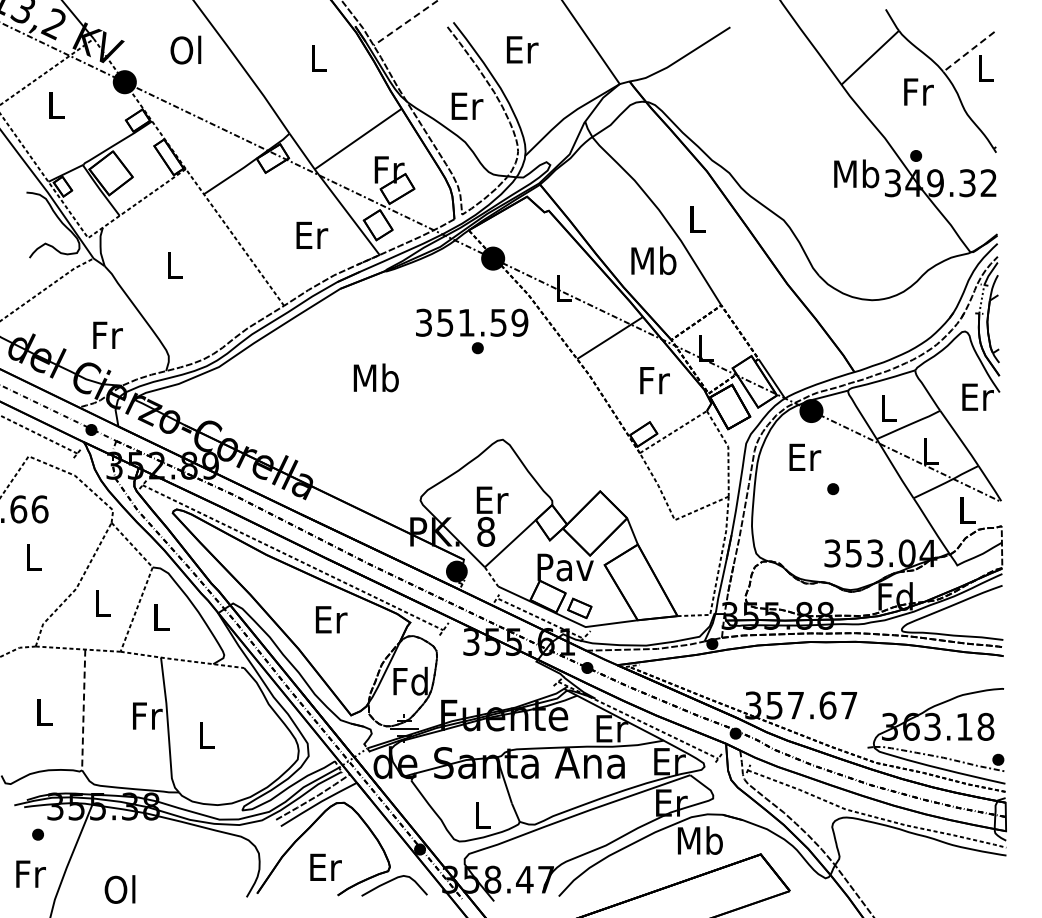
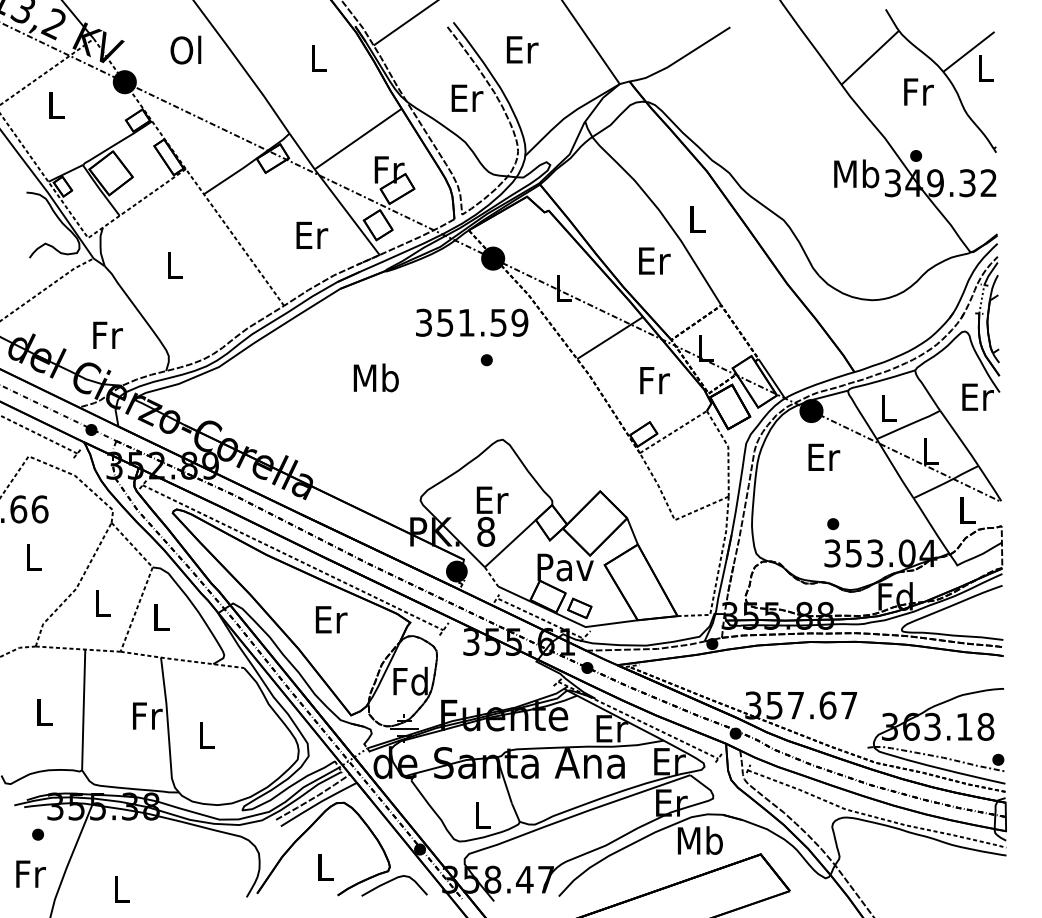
line at (405, 23): dashed -> solid
line at (969, 51): dashed -> solid
text at (467, 105) position: (467, 105) -> (467, 97)
text at (653, 260): Mb -> Er
part at (477, 348) position: (477, 348) -> (486, 360)
text at (805, 456) position: (805, 456) -> (824, 456)
part at (833, 489) position: (833, 489) -> (833, 524)
line at (83, 709): dashed -> solid
text at (325, 866): Er -> L
text at (119, 889): Ol -> L
